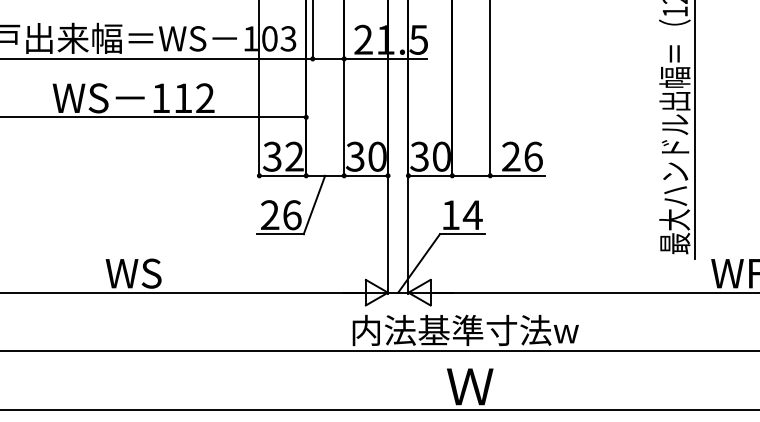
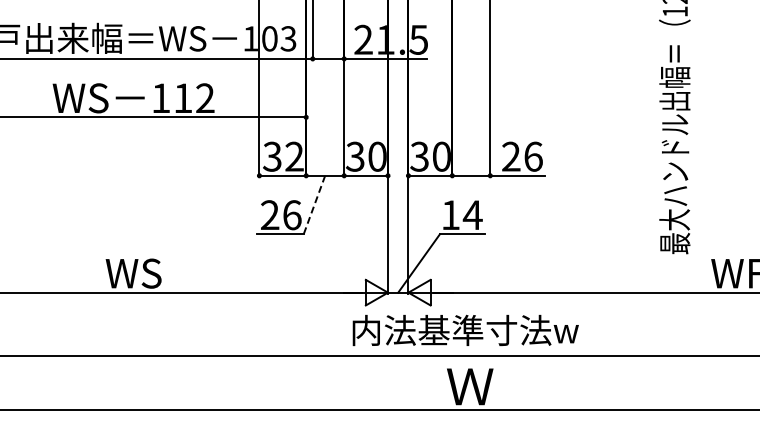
line at (695, 130): present -> none
line at (314, 205): solid -> dashed
line at (379, 351) position: (379, 351) -> (379, 356)
